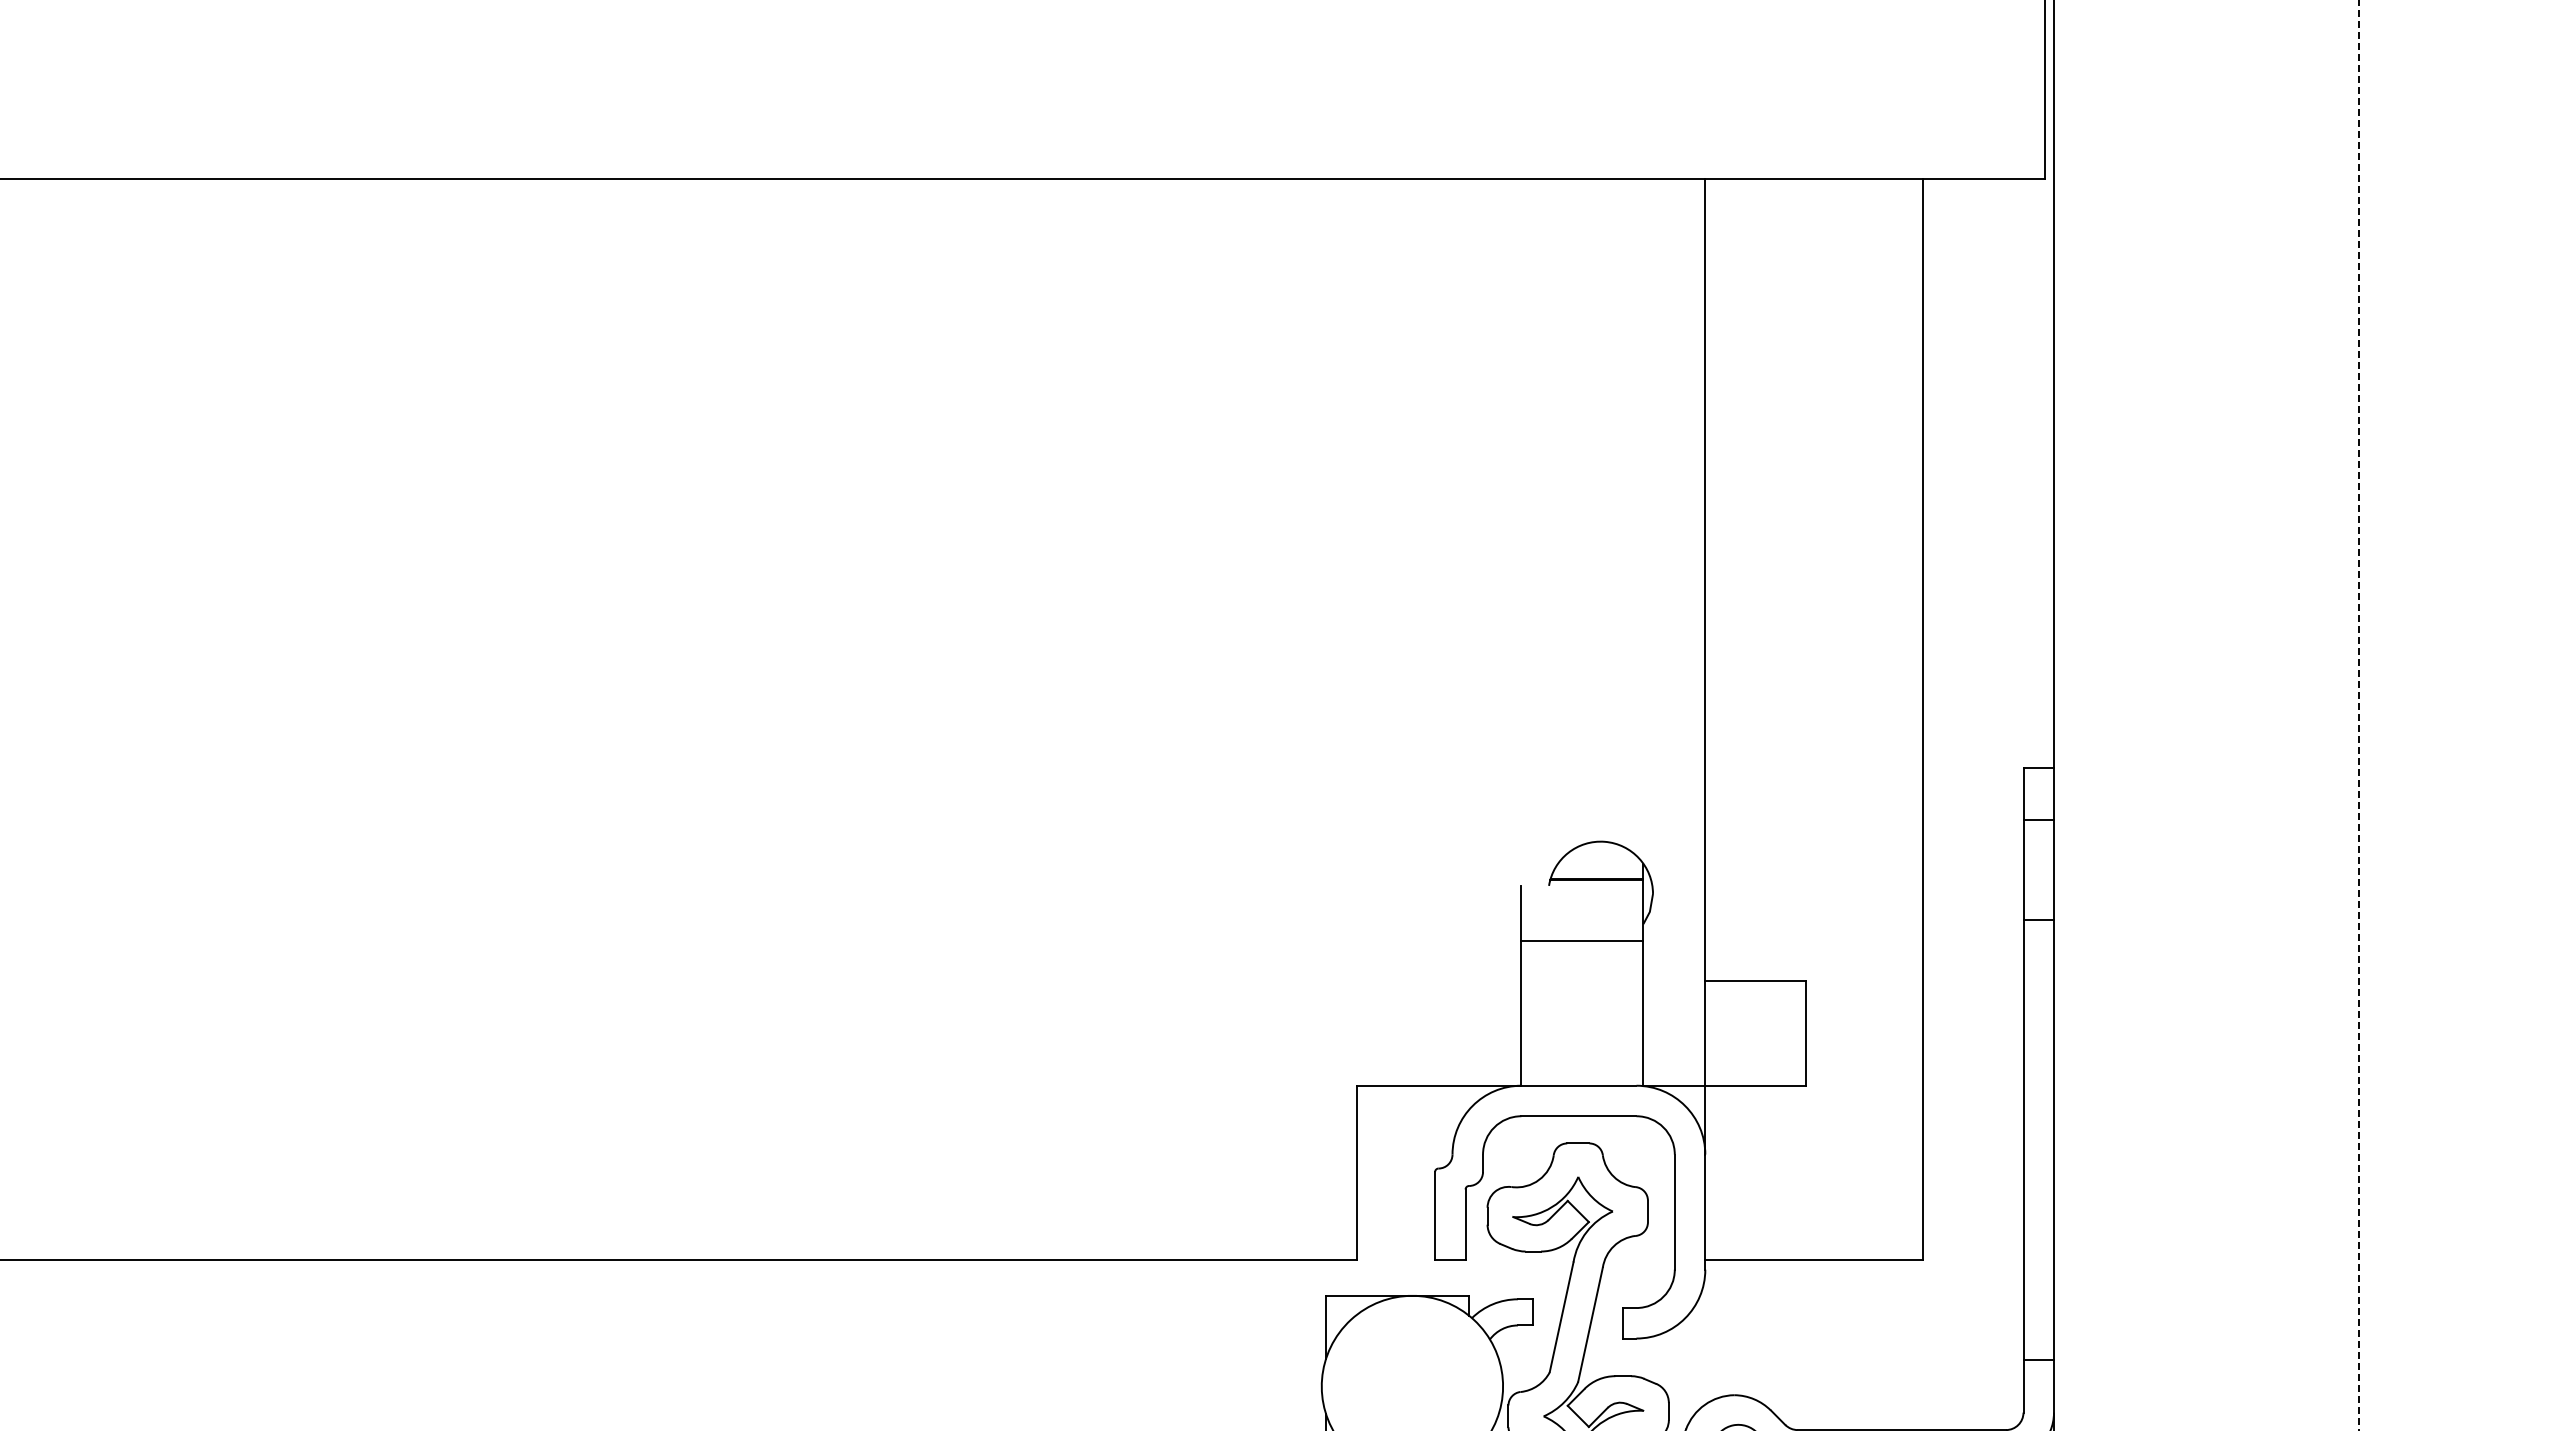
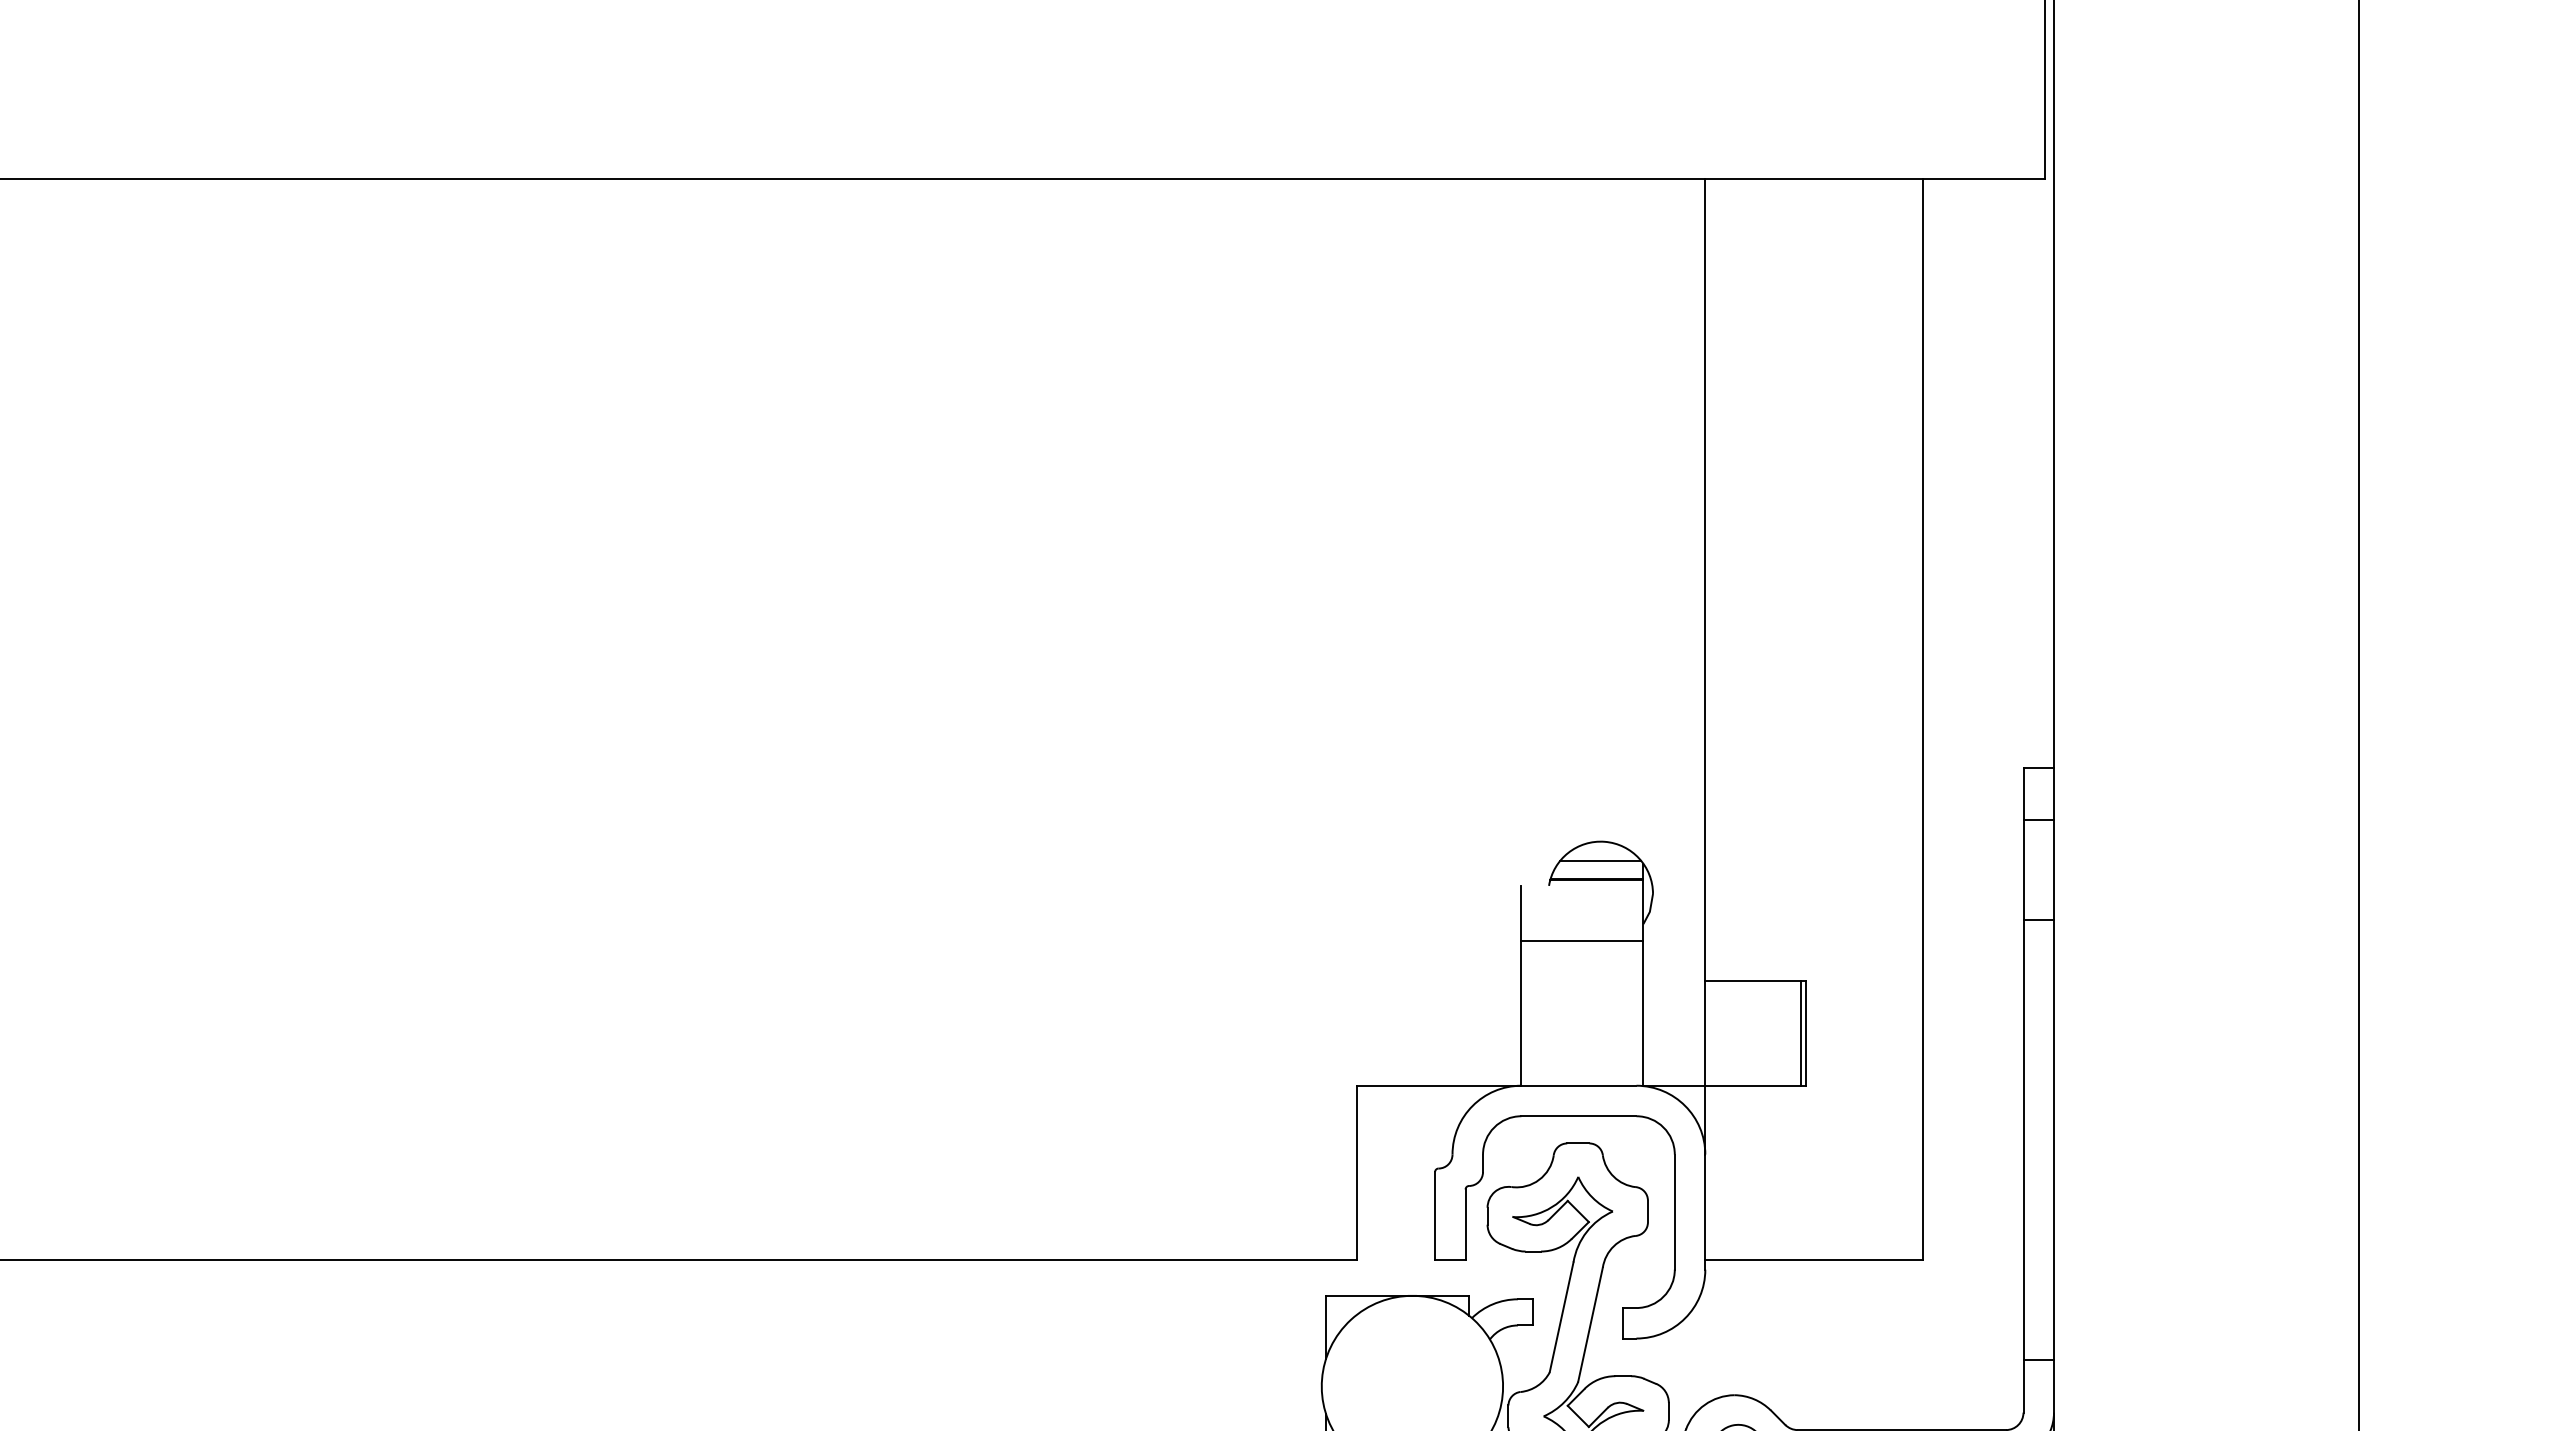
line at (2359, 716): dashed -> solid
line at (1600, 861): none -> present
line at (1801, 1033): none -> present
